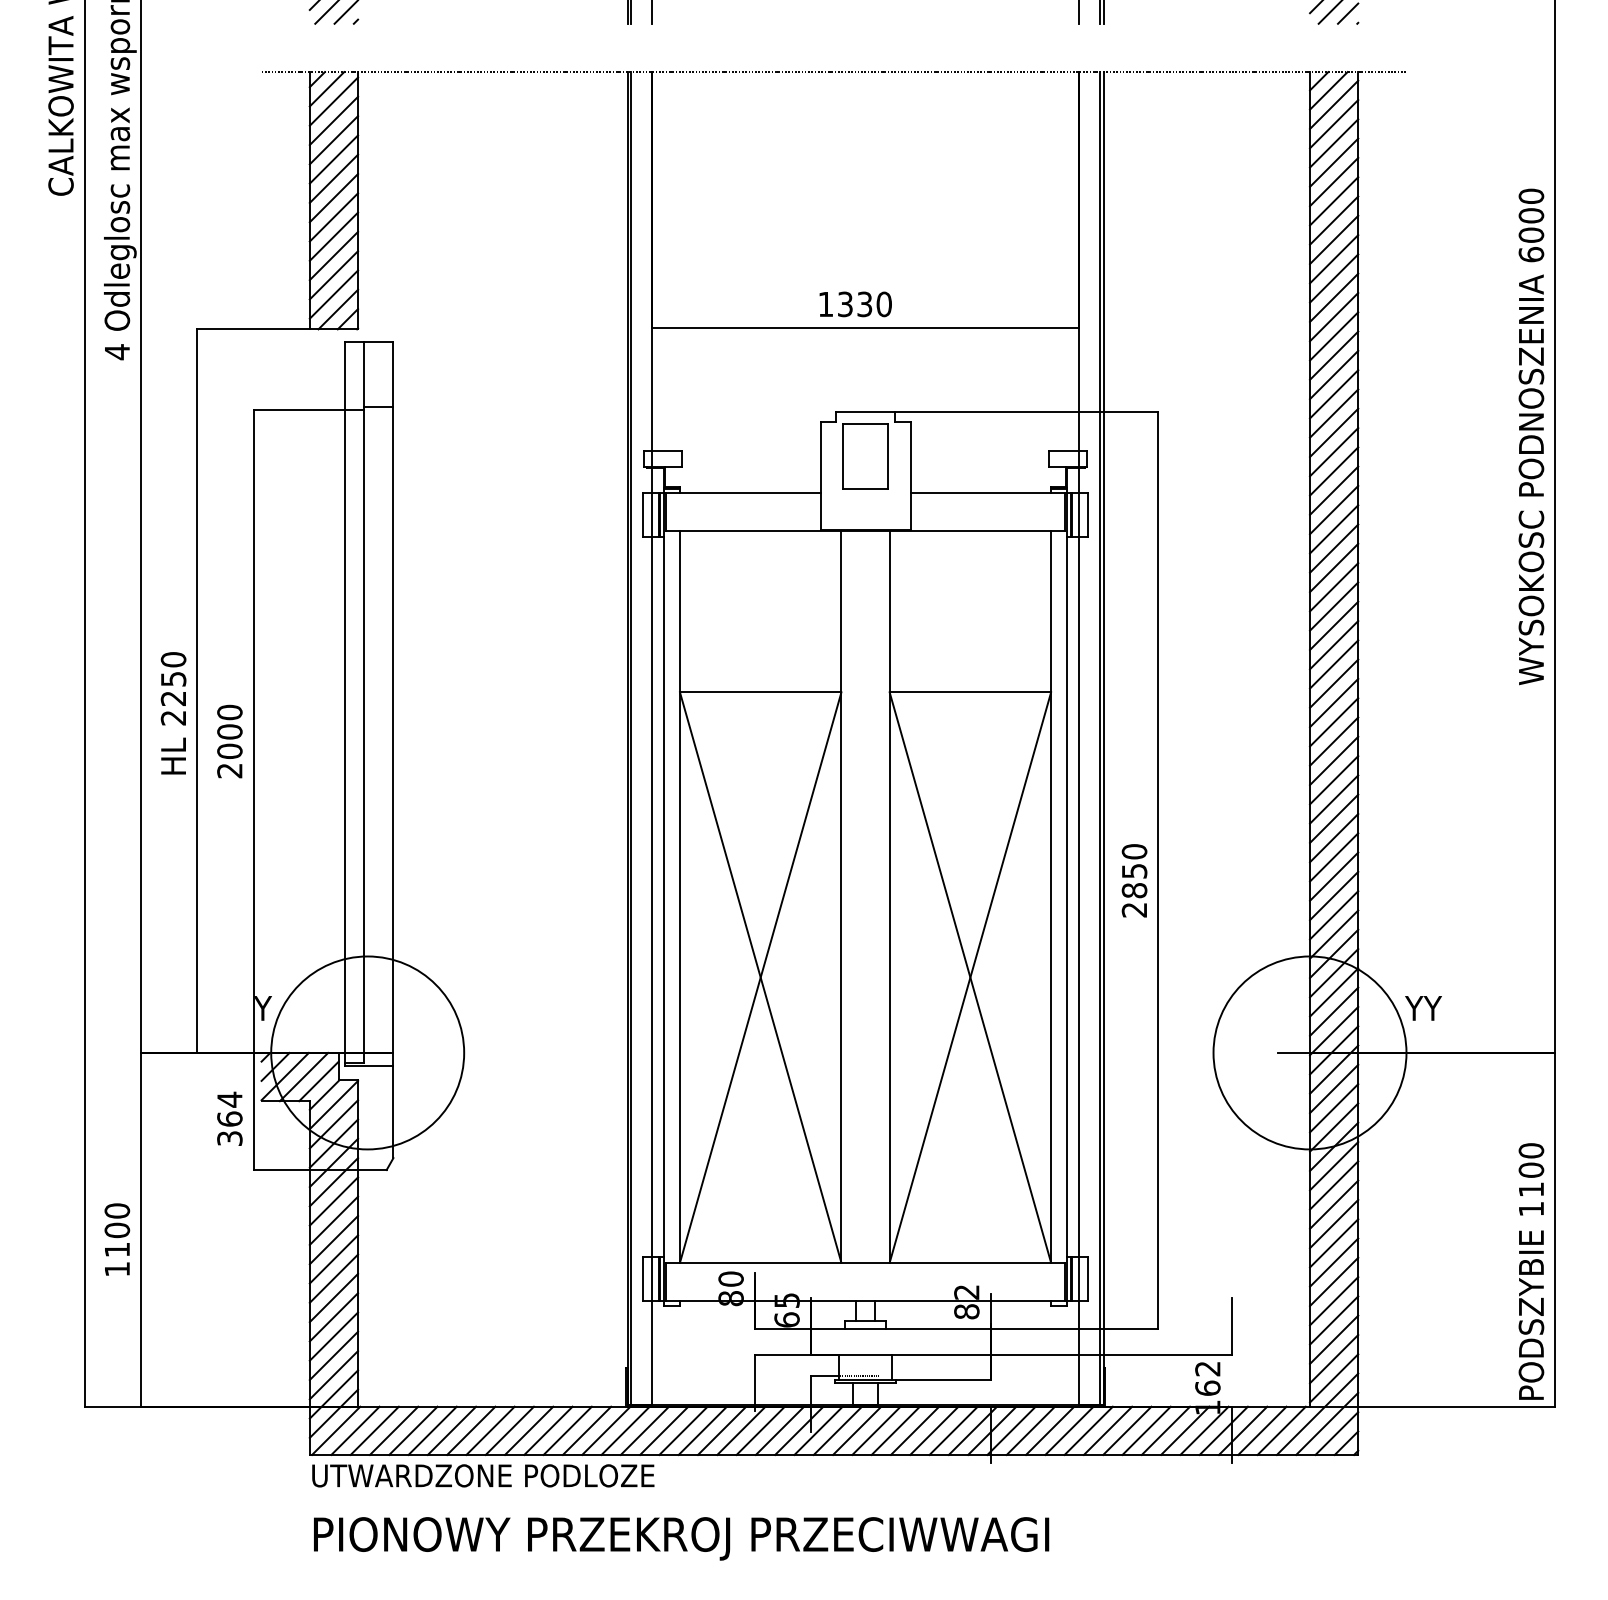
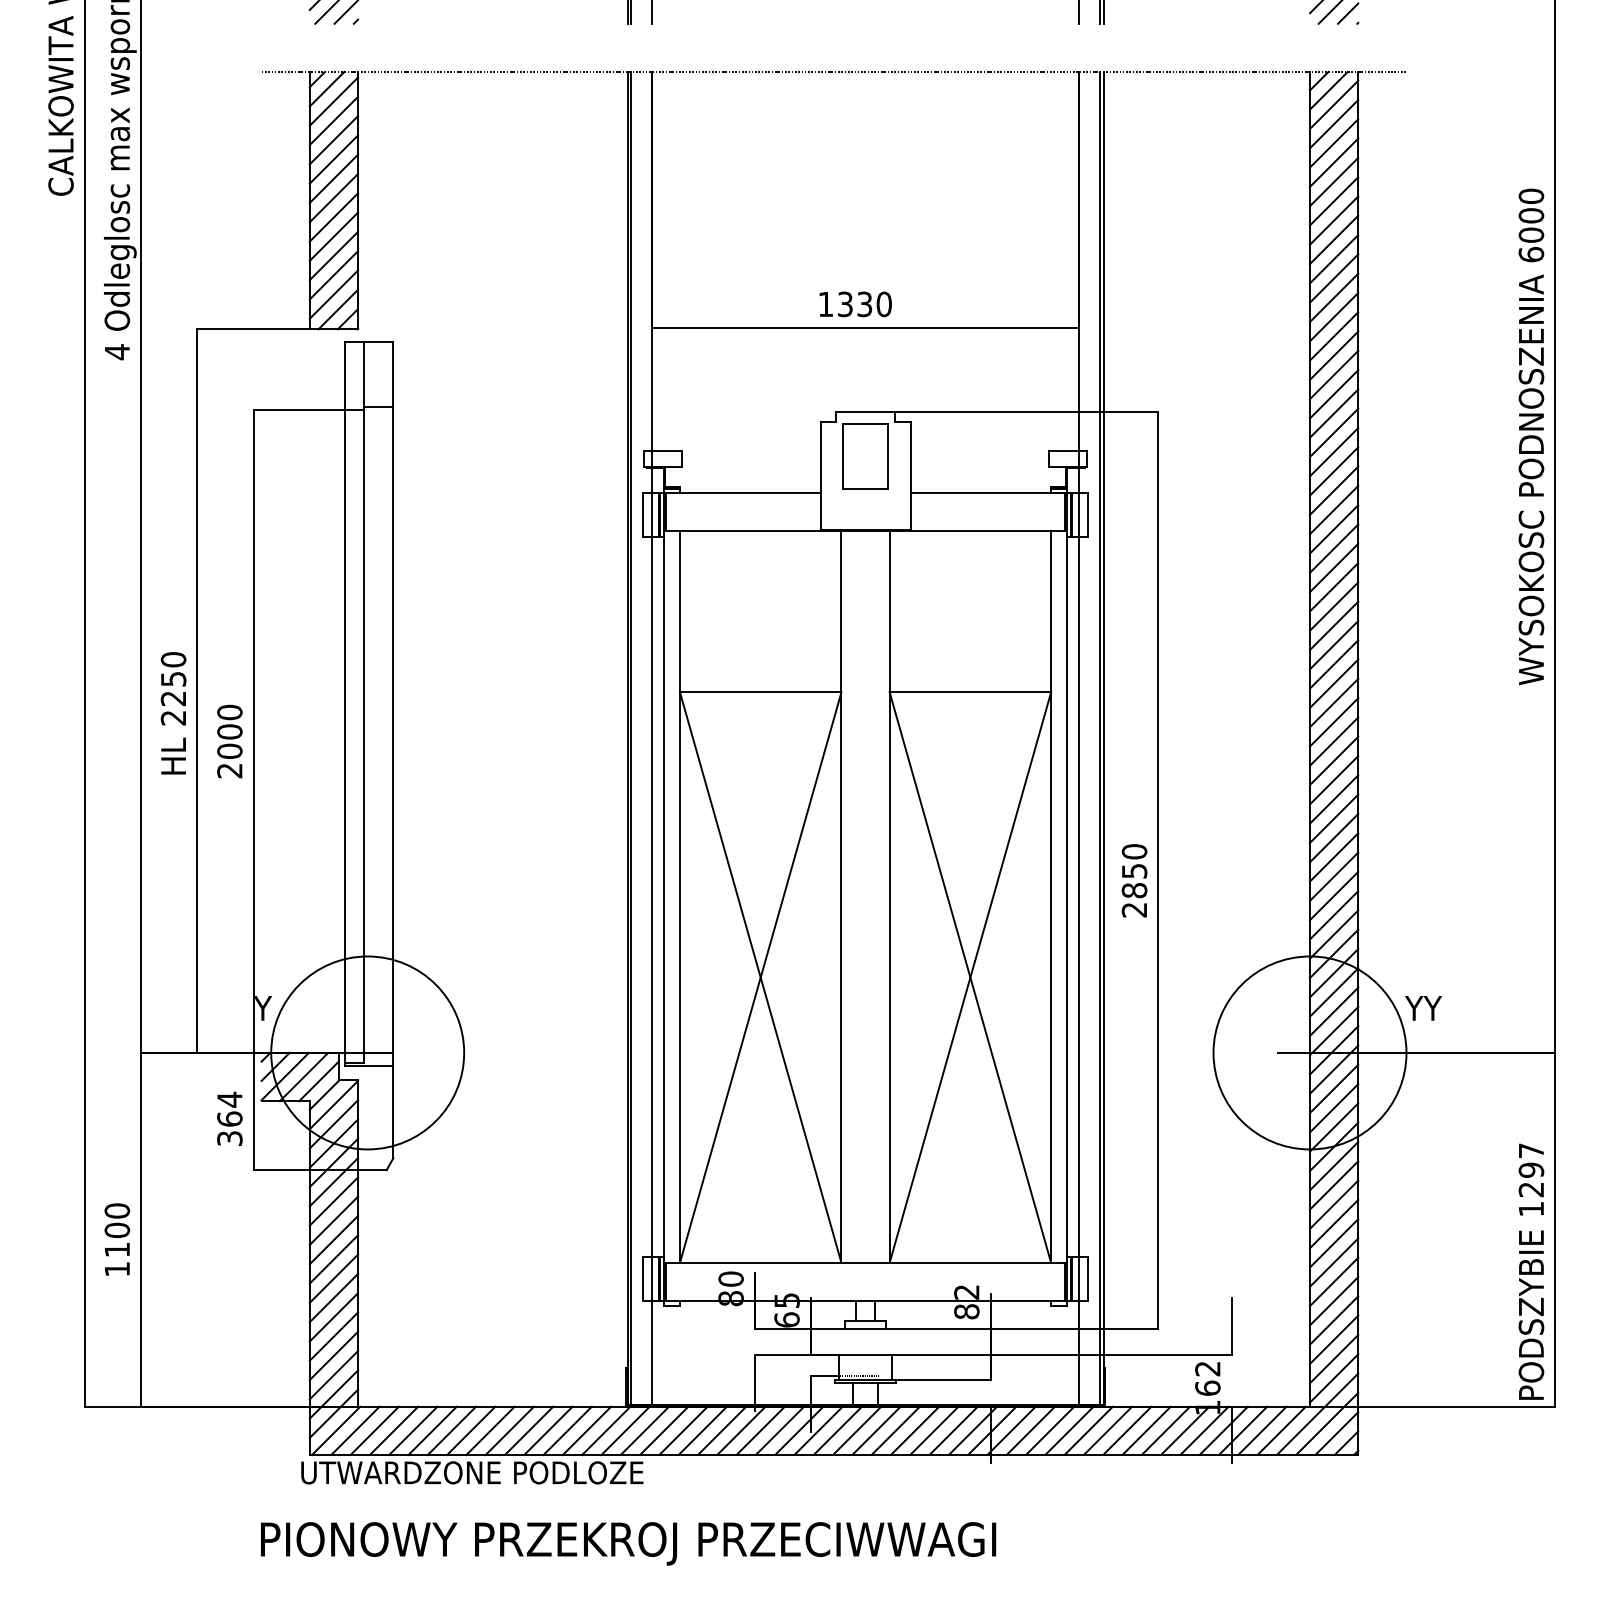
text at (1531, 1170): 1100 -> 1297
text at (483, 1475) position: (483, 1475) -> (472, 1472)
text at (681, 1538) position: (681, 1538) -> (628, 1543)
